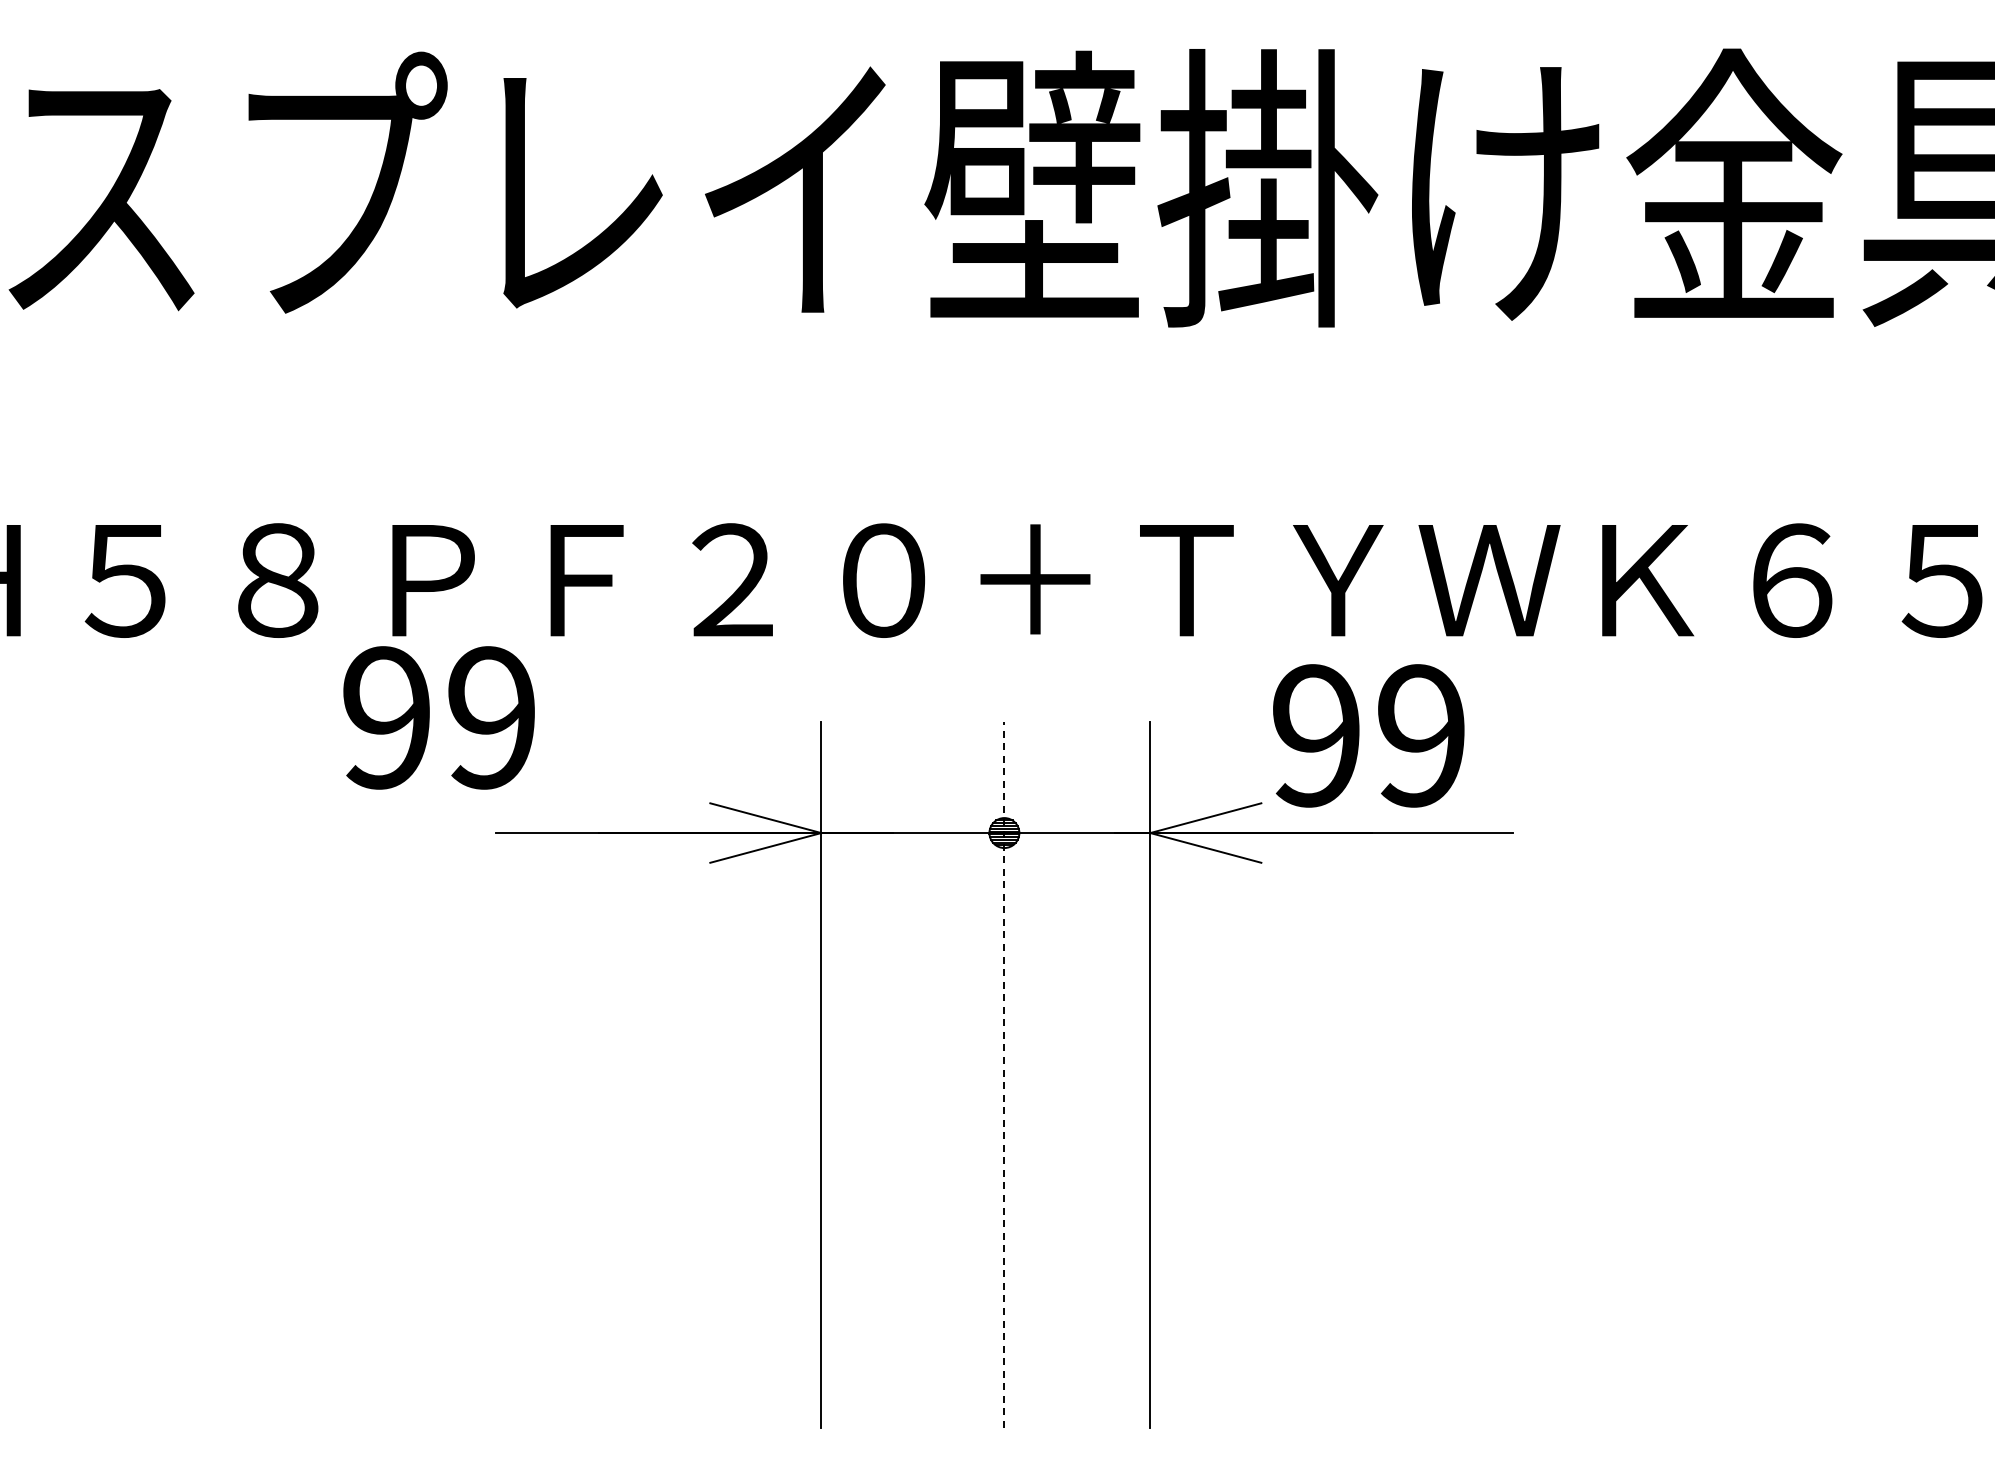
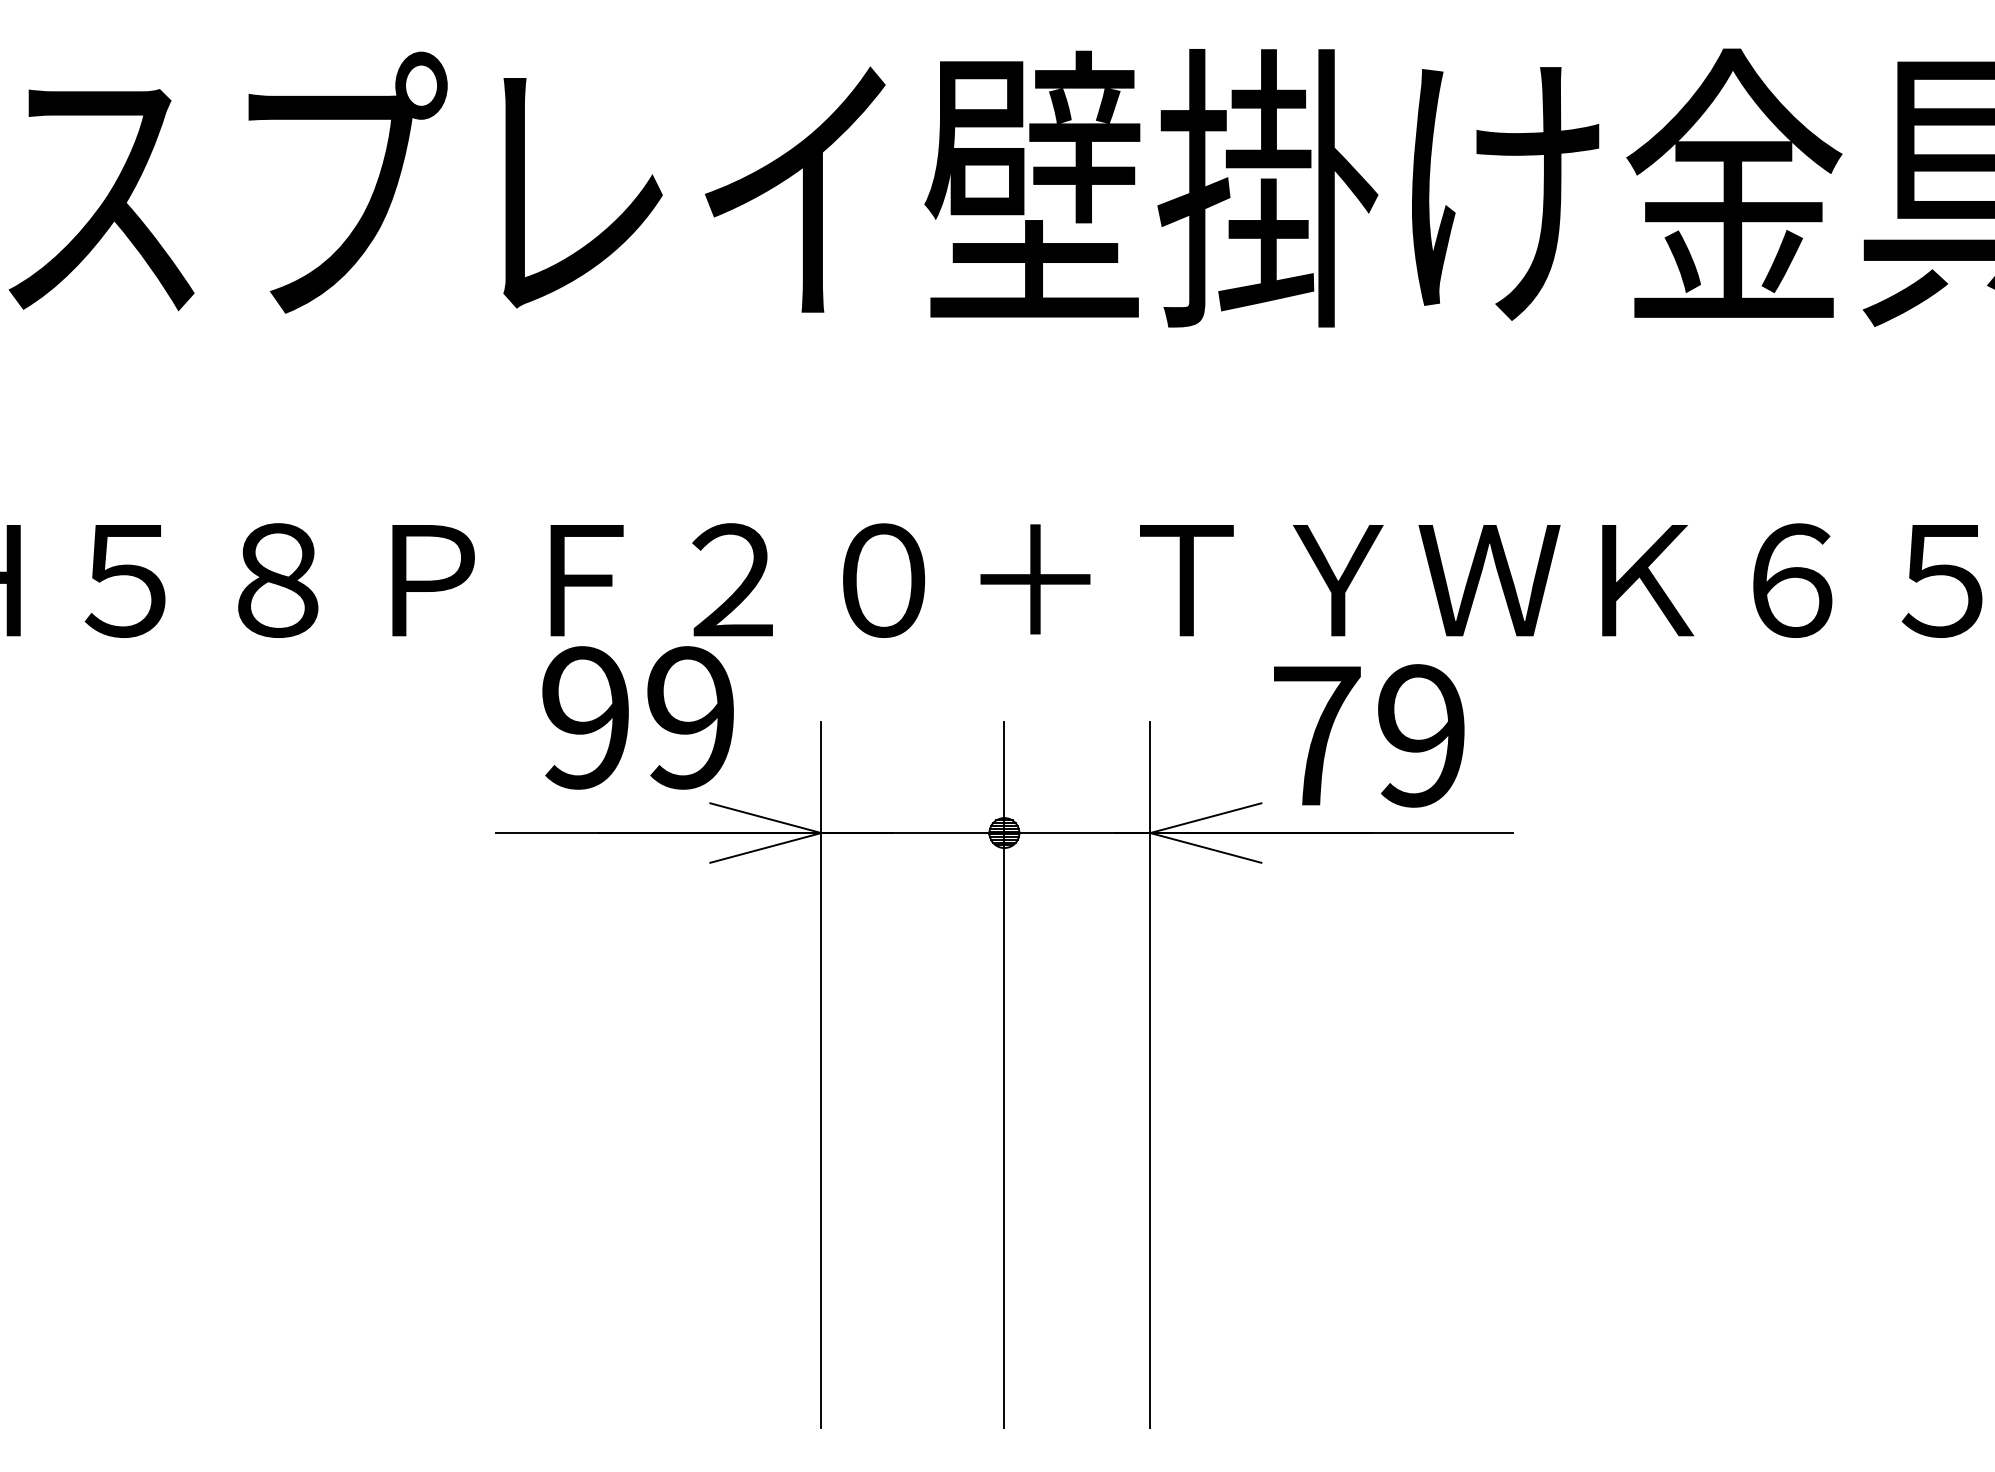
text at (438, 717) position: (438, 717) -> (637, 717)
text at (1316, 735): 99 -> 79
line at (1004, 1074): dashed -> solid
